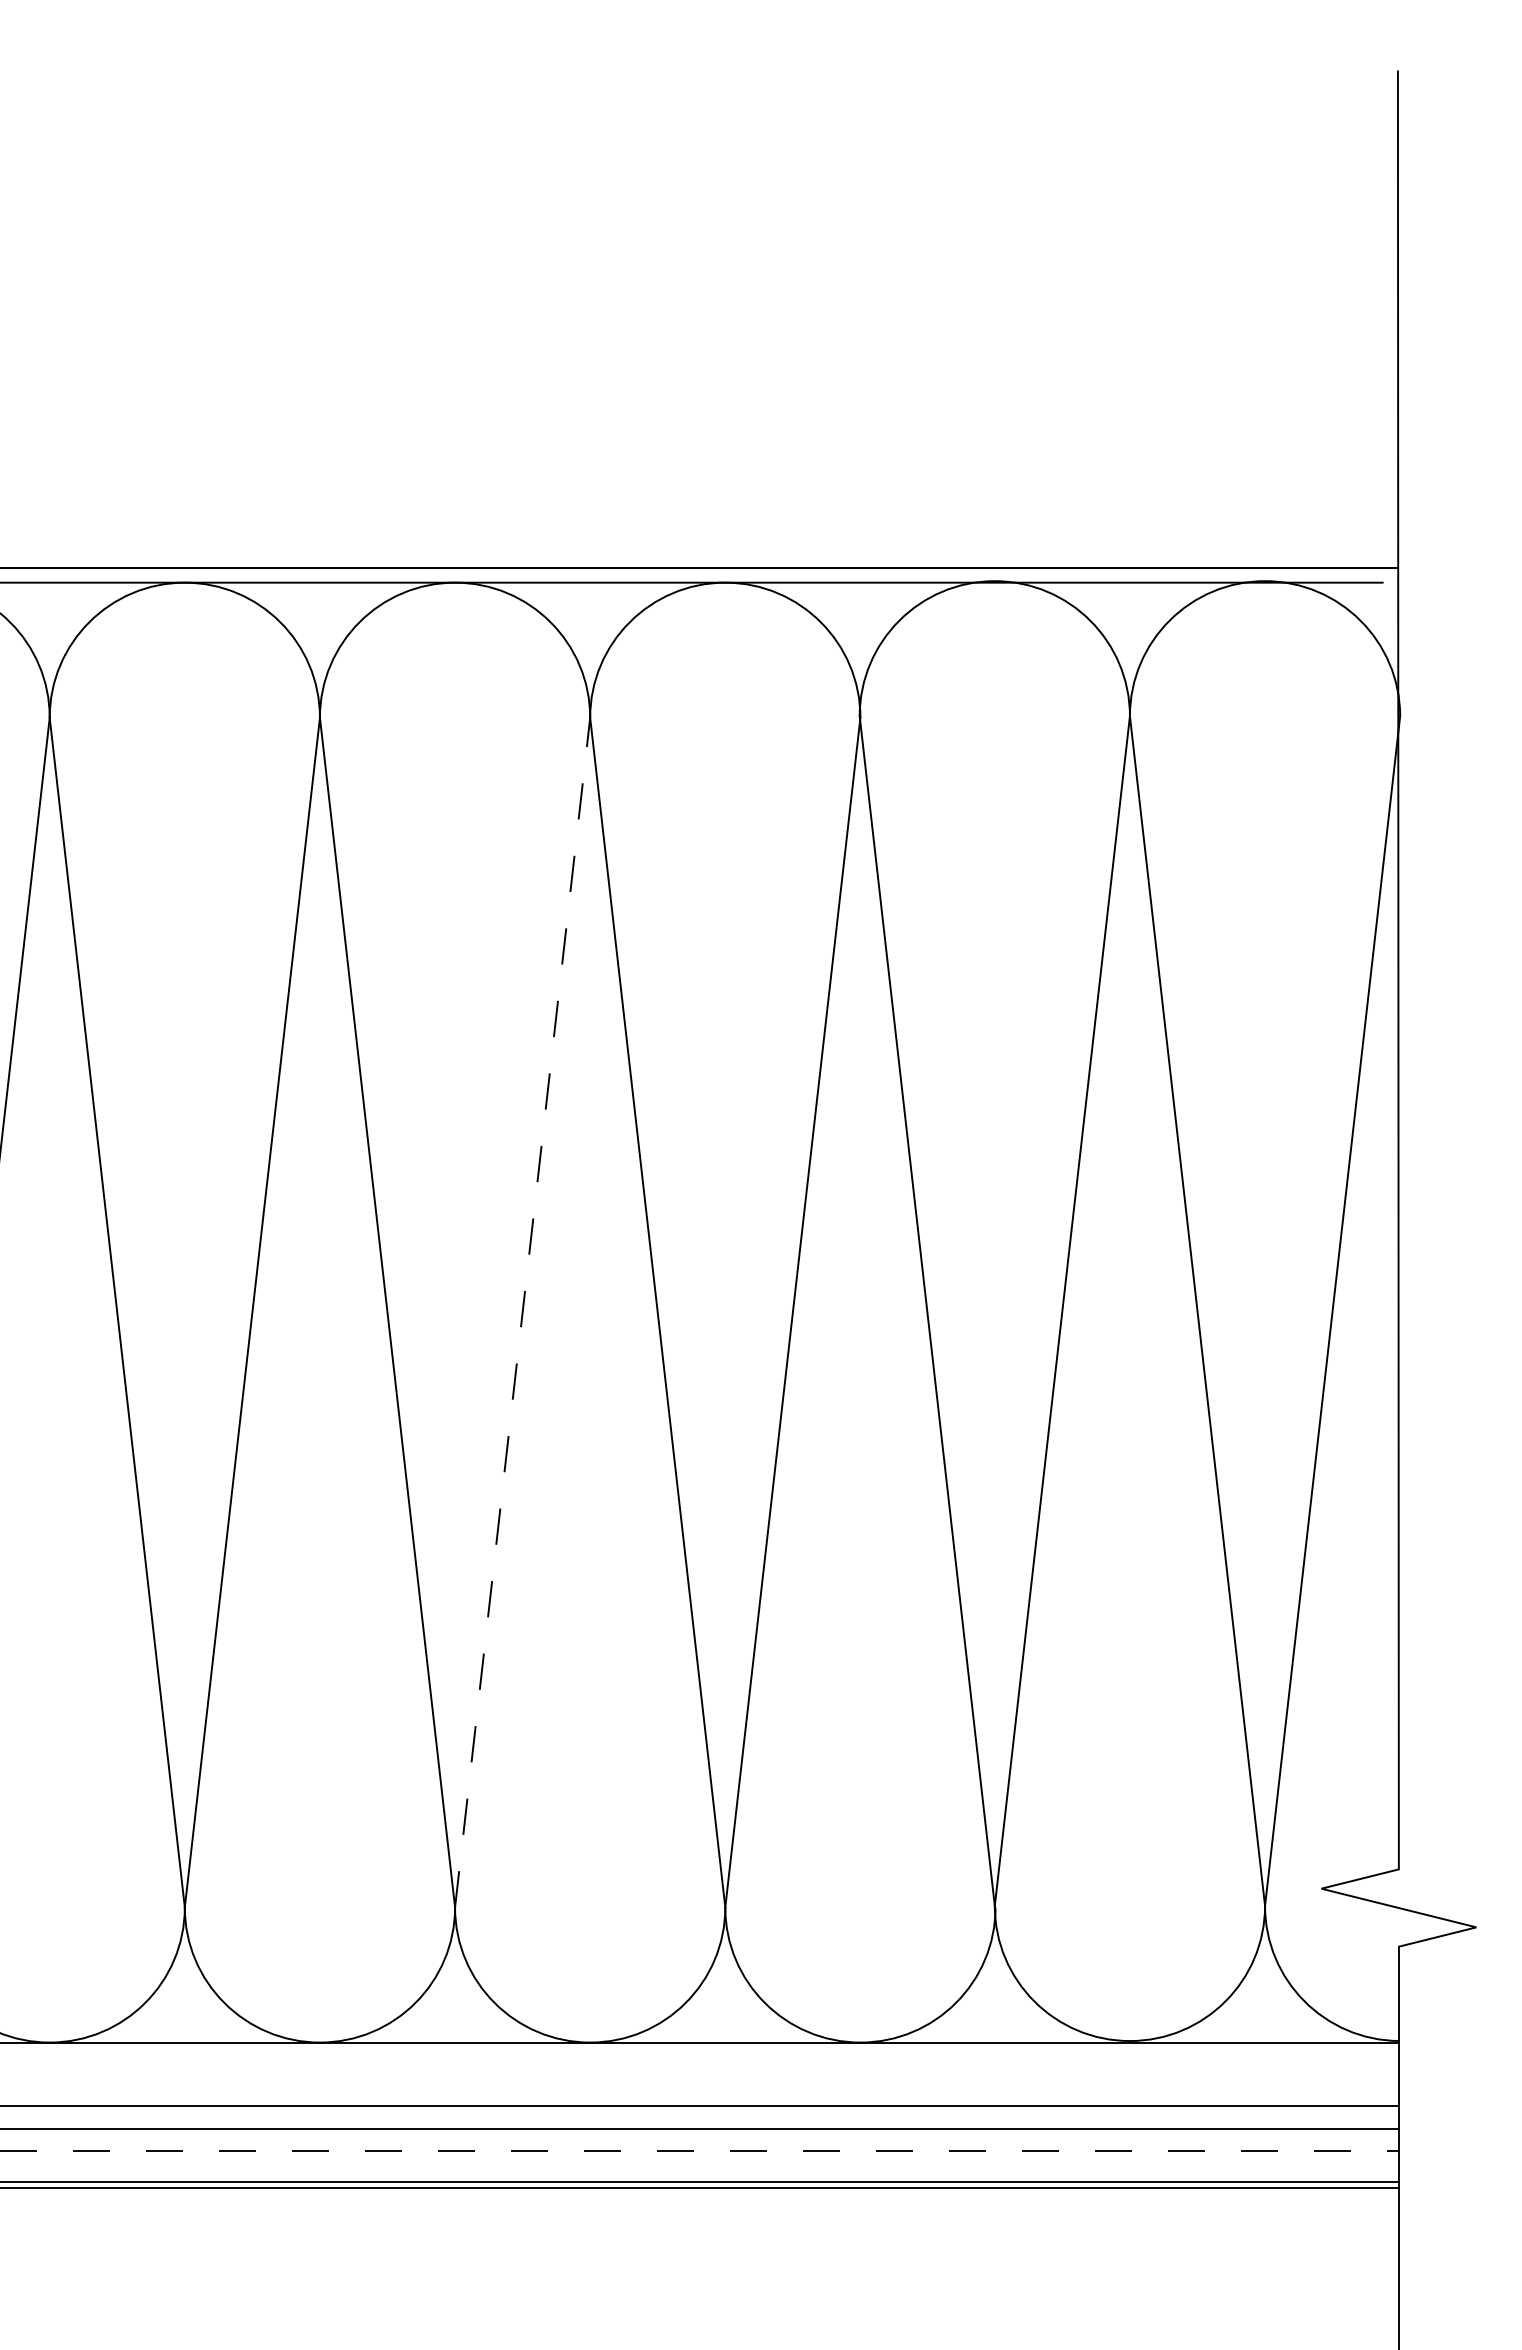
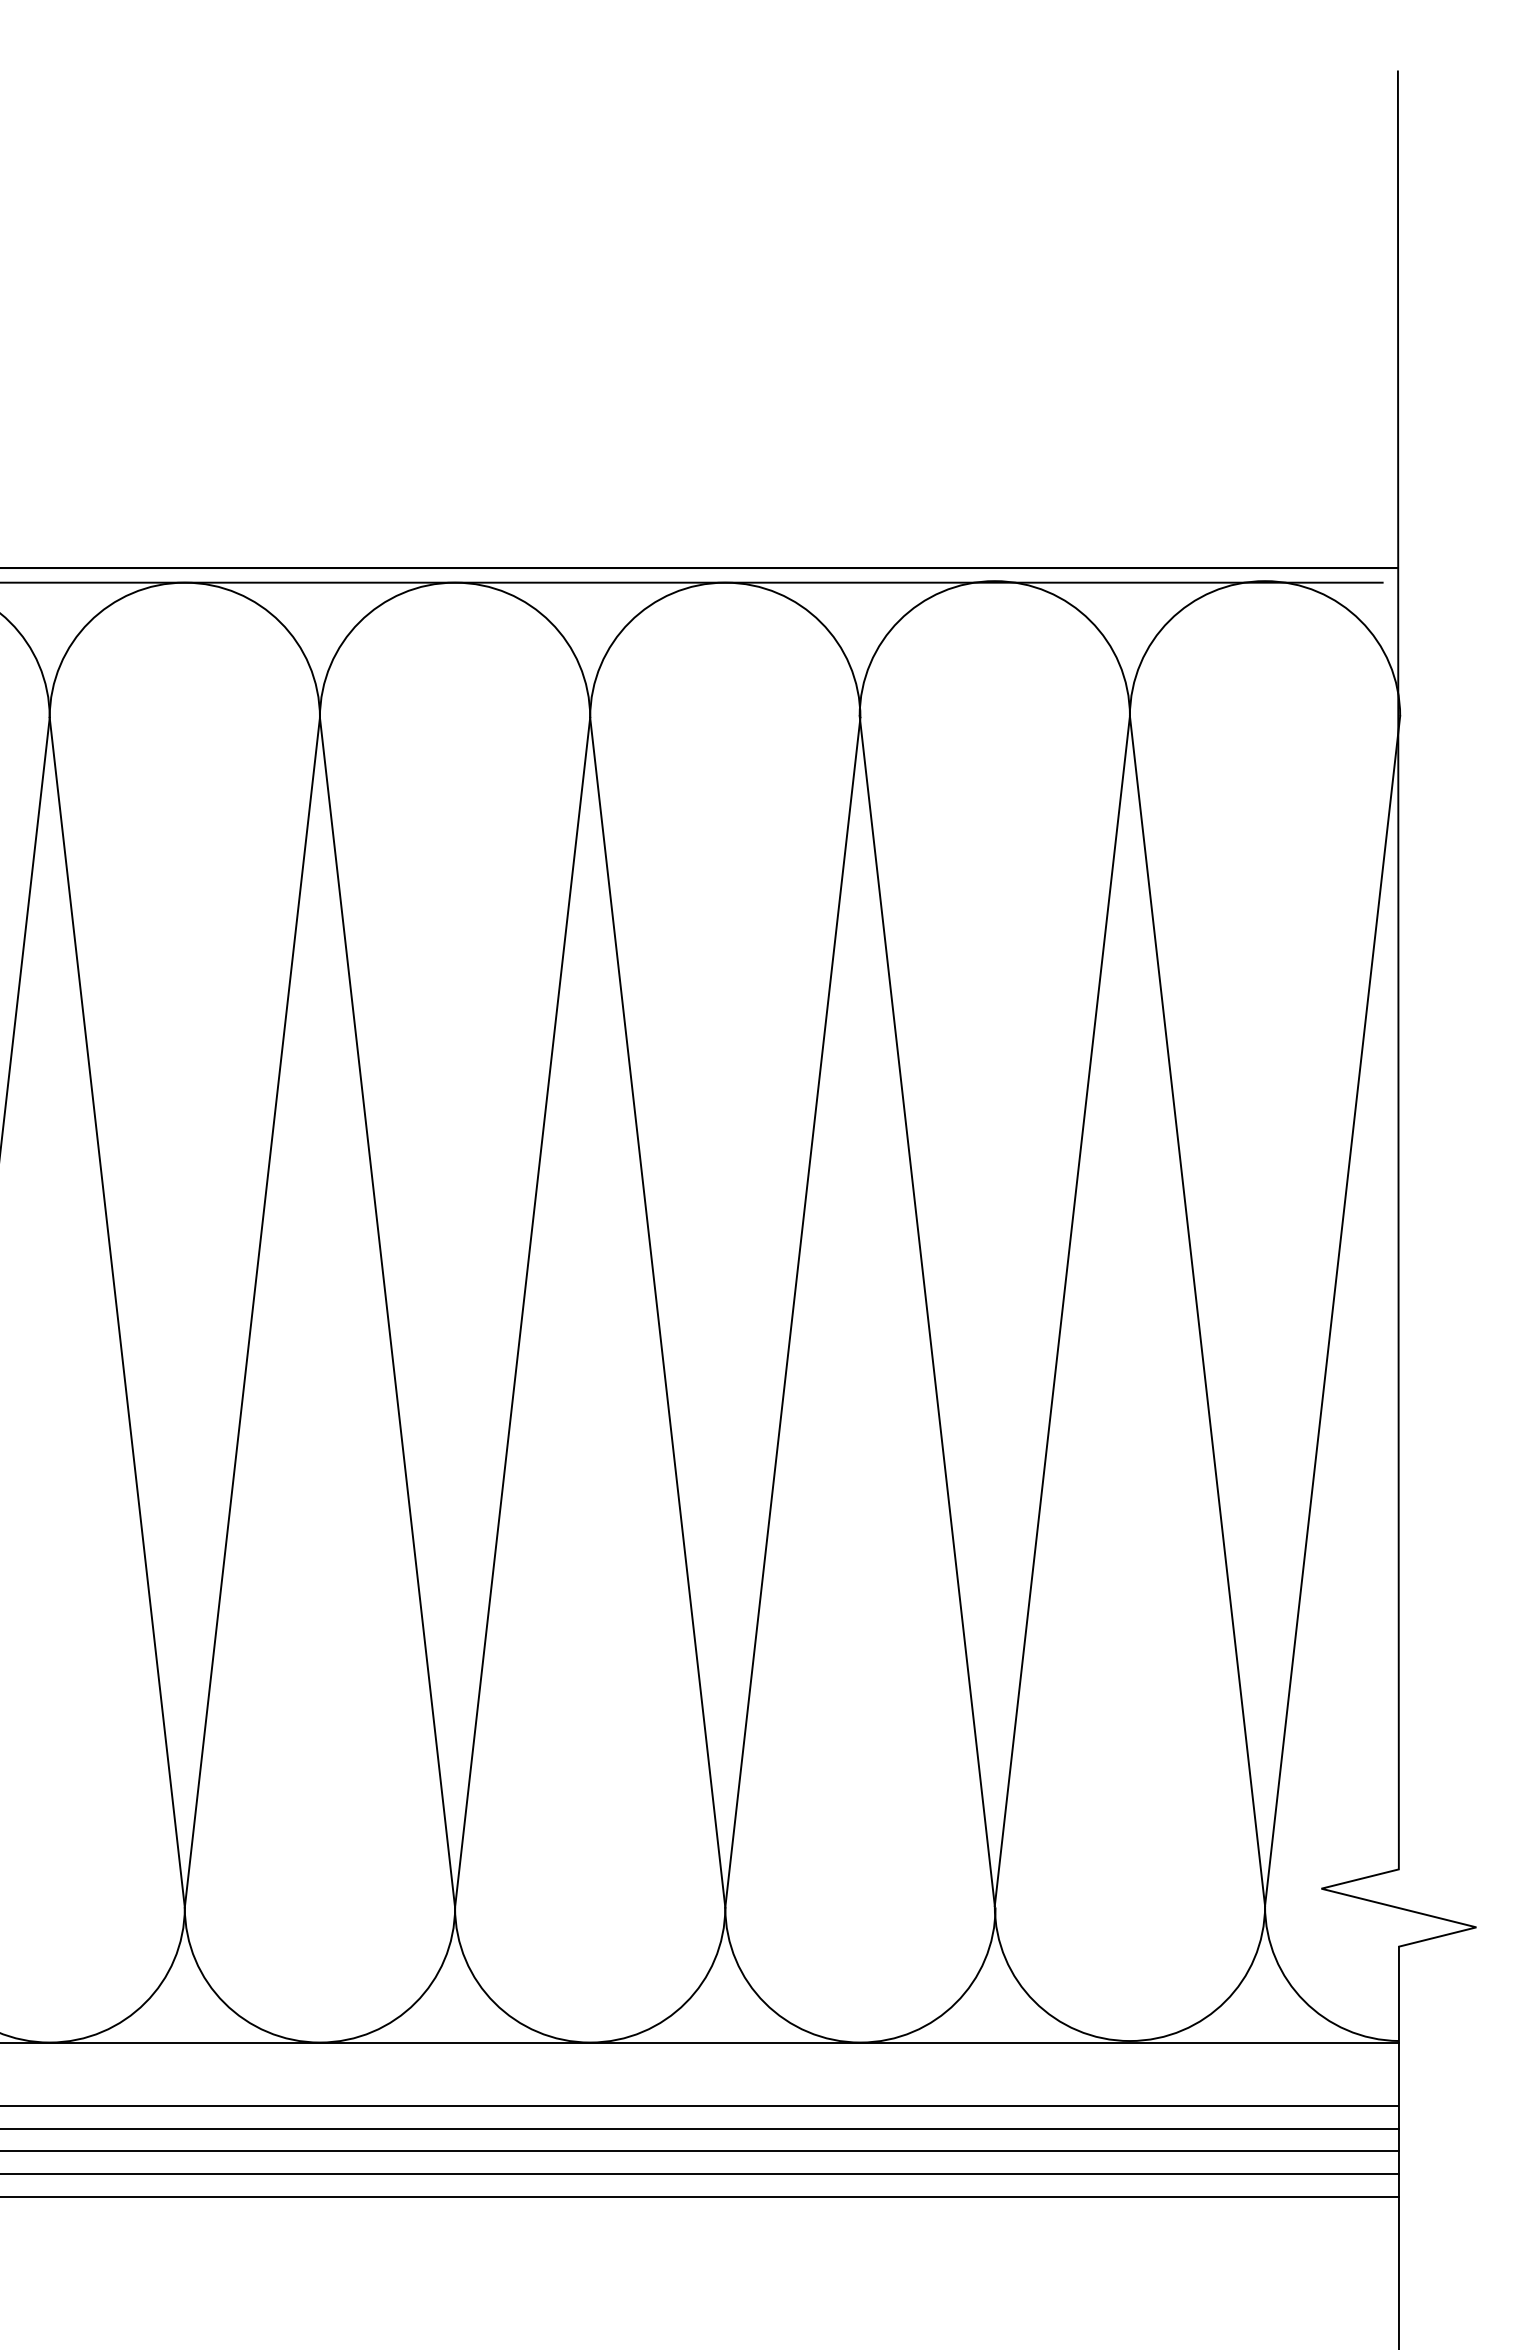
line at (522, 1312): dashed -> solid
line at (700, 2151): dashed -> solid
line at (700, 2181) position: (700, 2181) -> (700, 2196)
line at (700, 2188) position: (700, 2188) -> (700, 2174)
